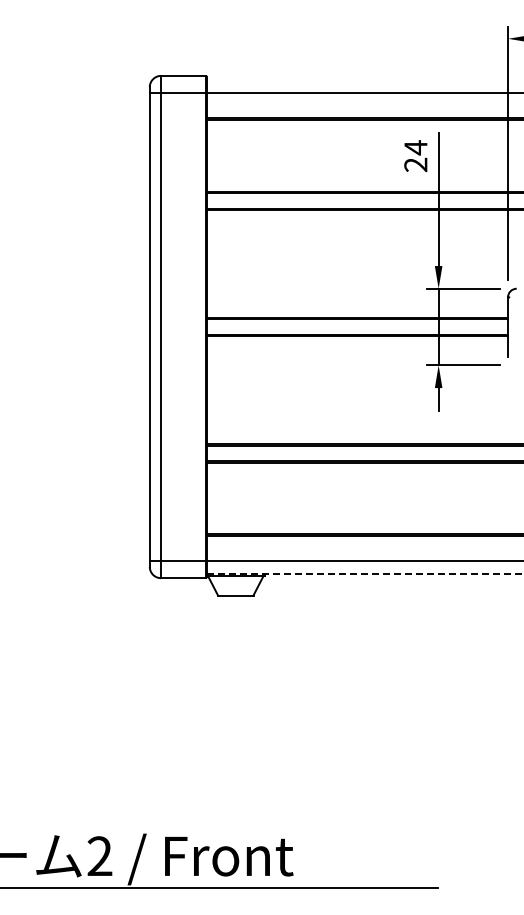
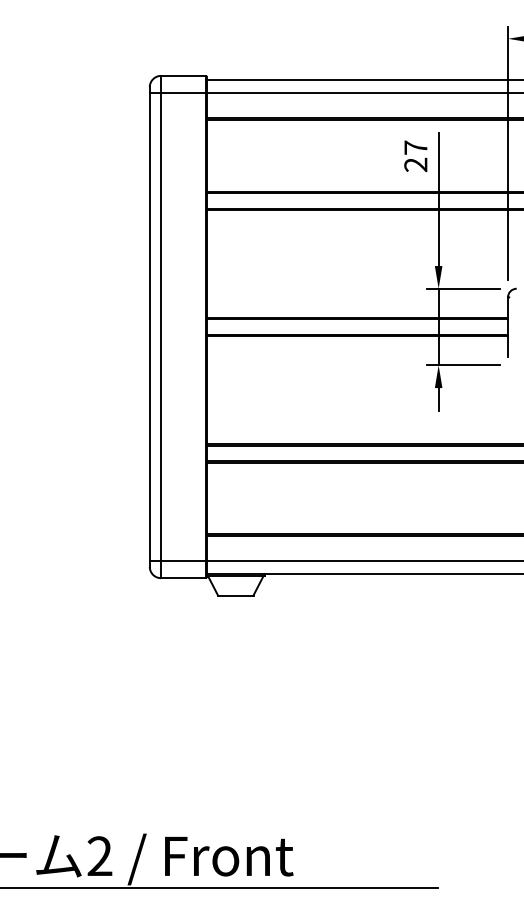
line at (363, 80): none -> present
text at (415, 147): 24 -> 27
line at (365, 573): dashed -> solid
